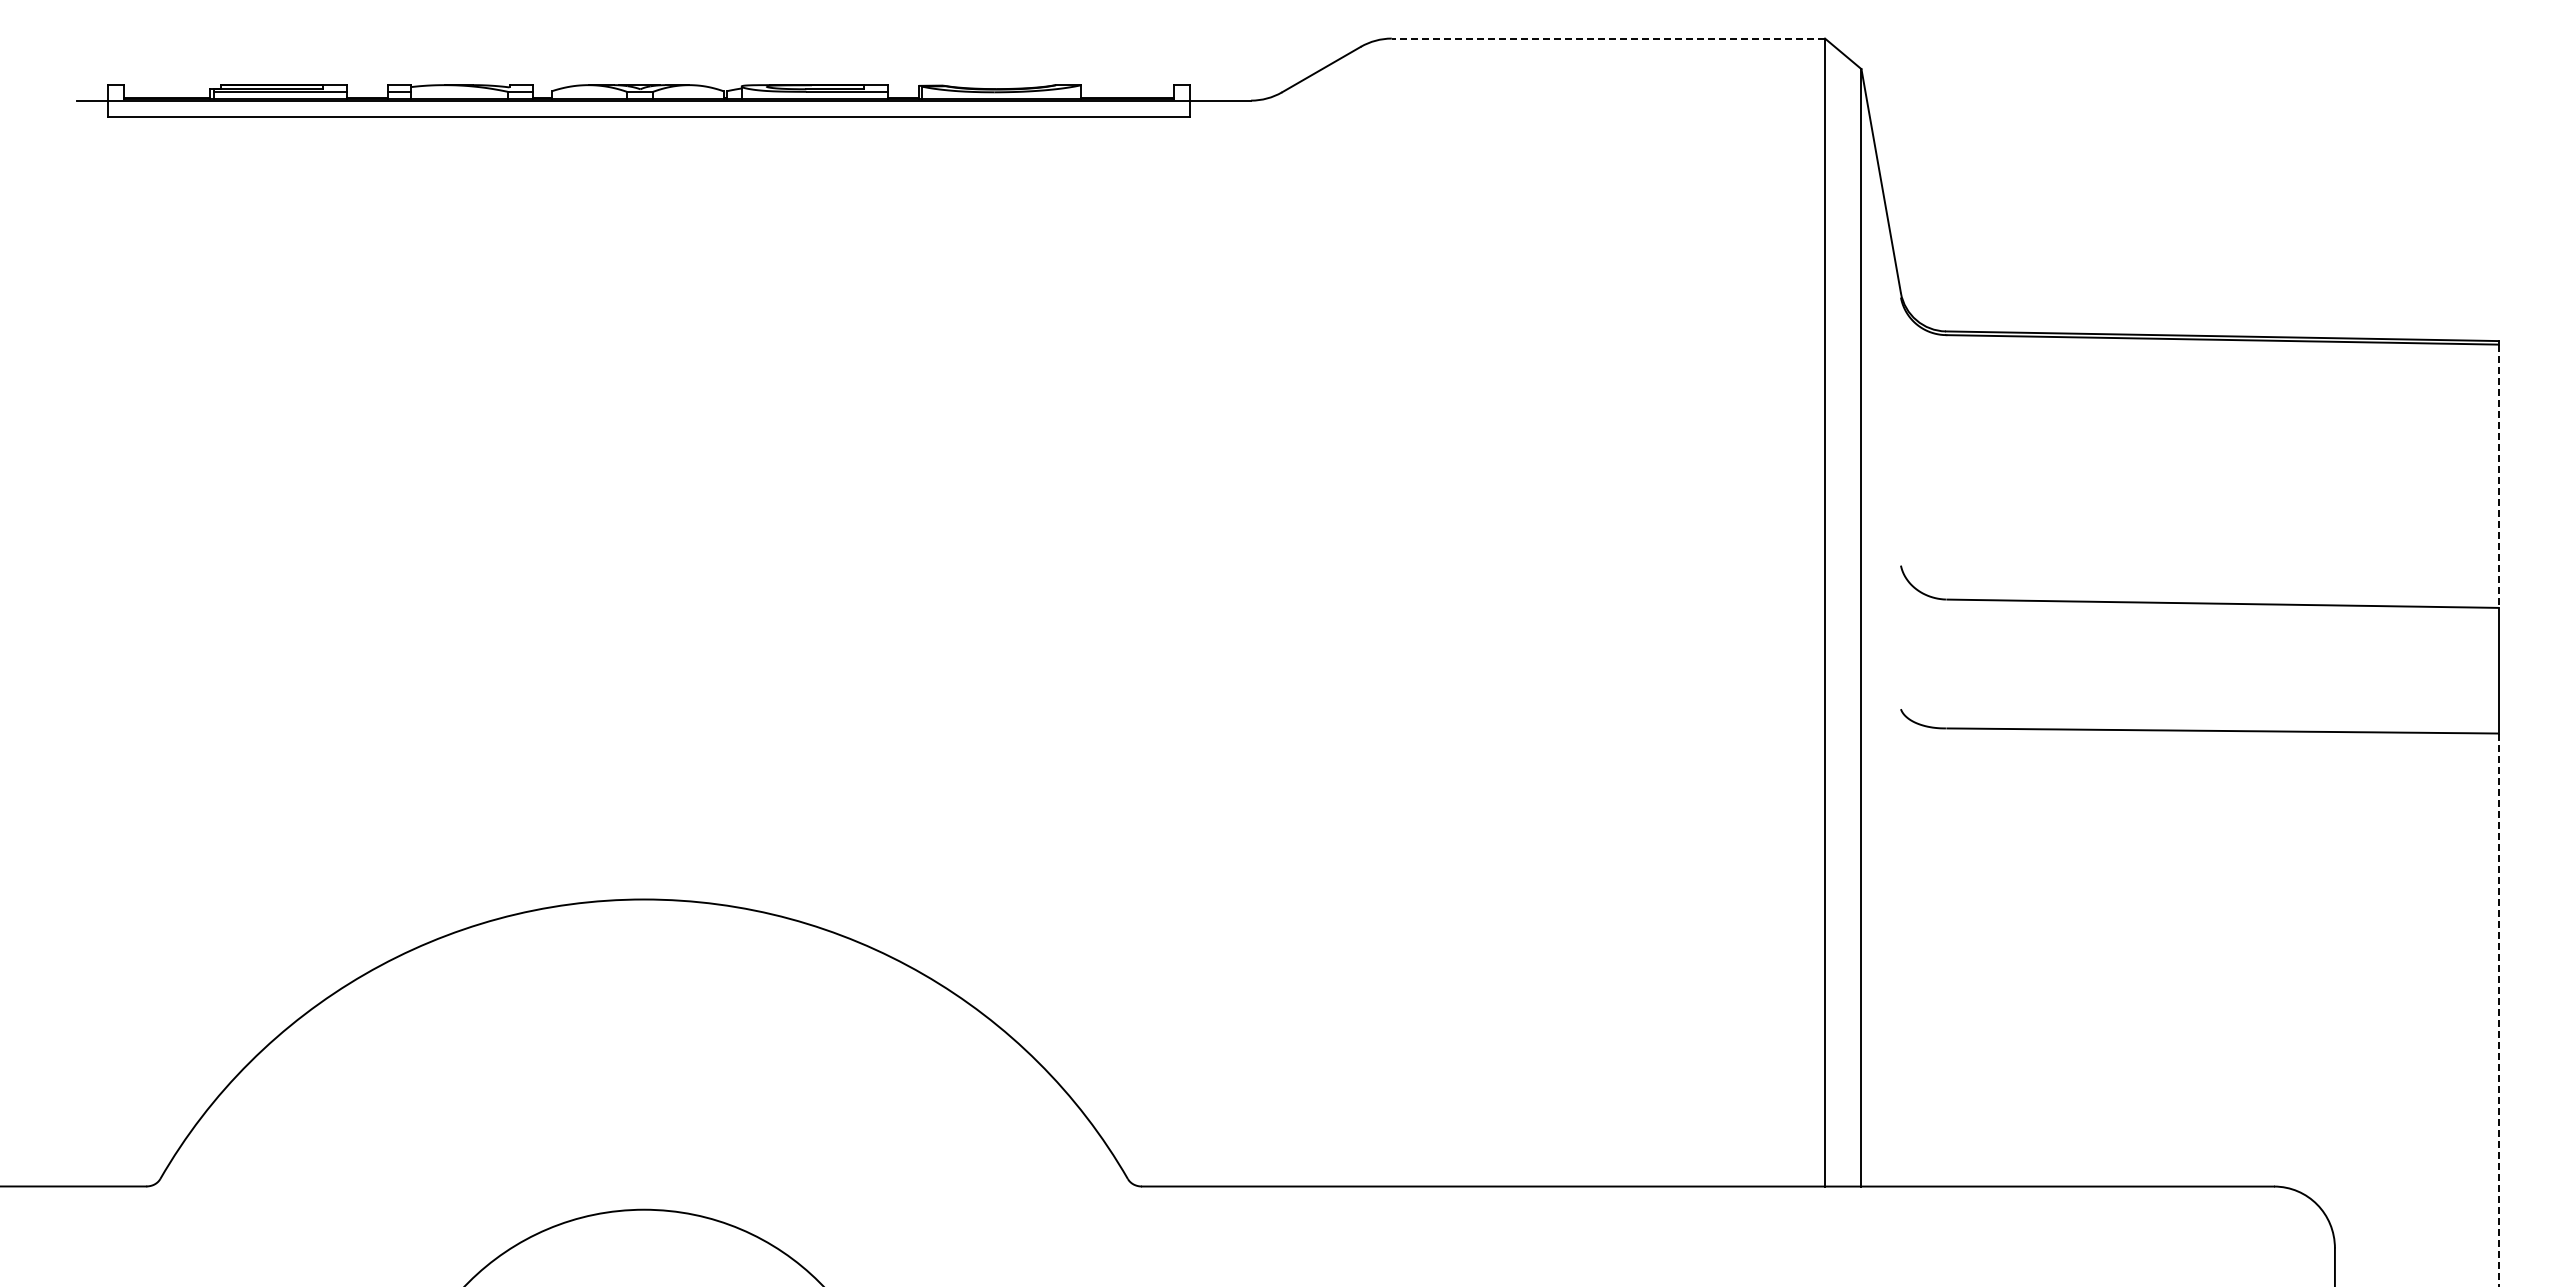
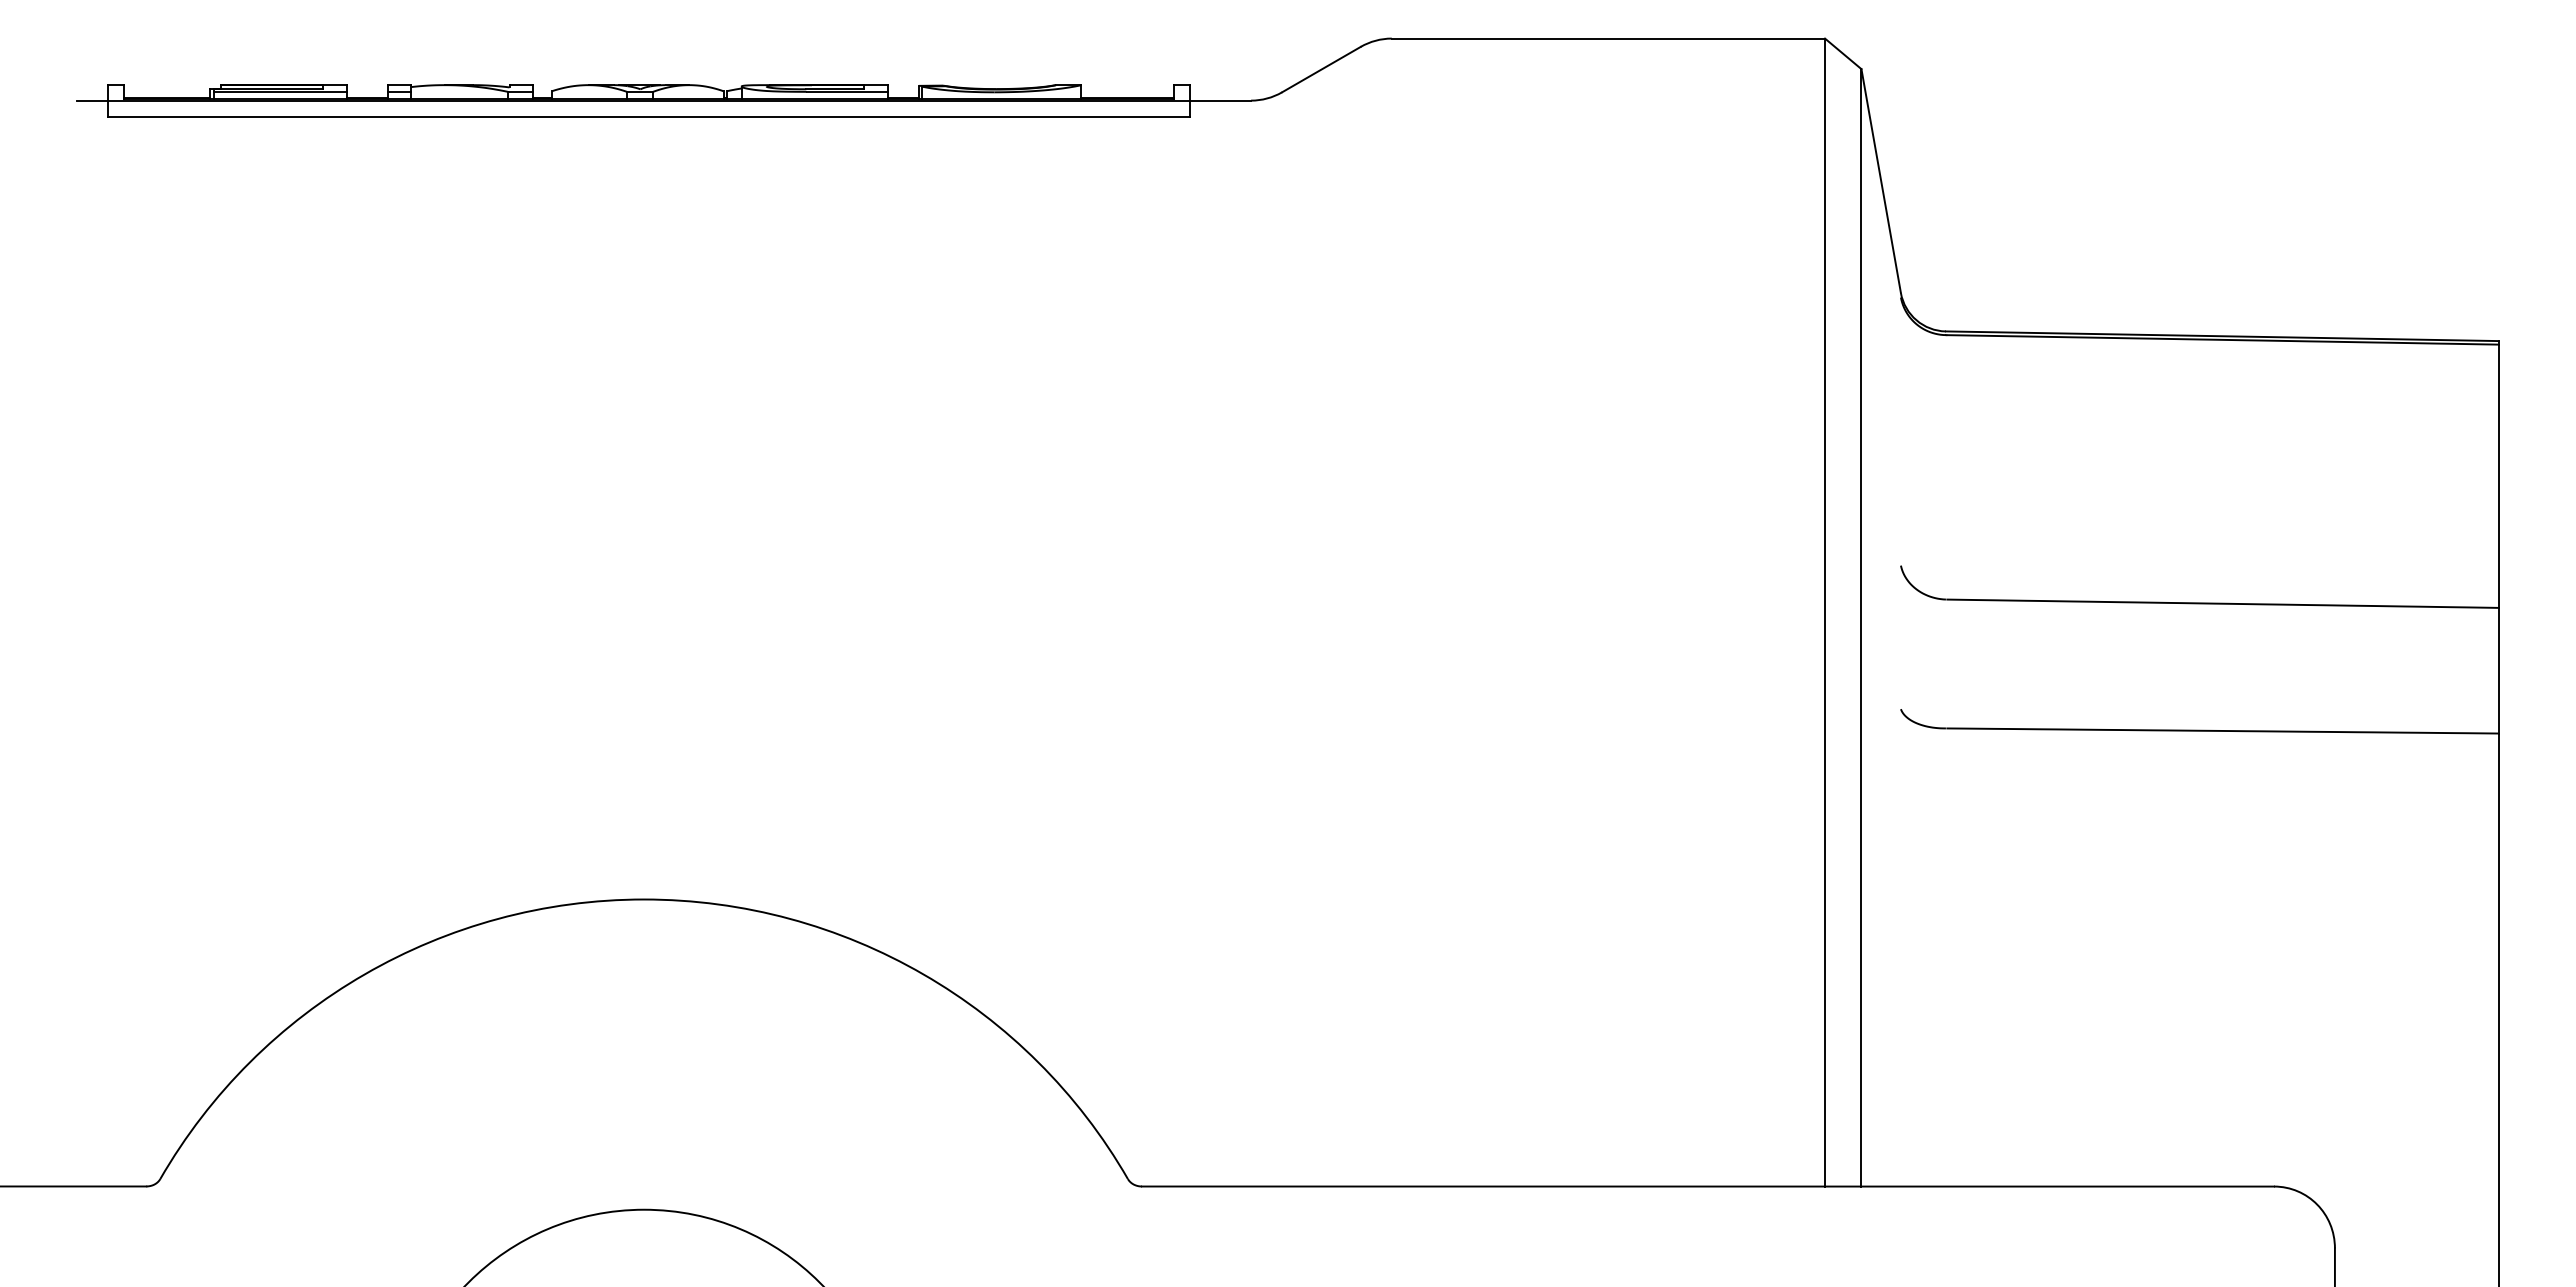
line at (1608, 38): dashed -> solid
line at (2498, 476): dashed -> solid
line at (2498, 1010): dashed -> solid
